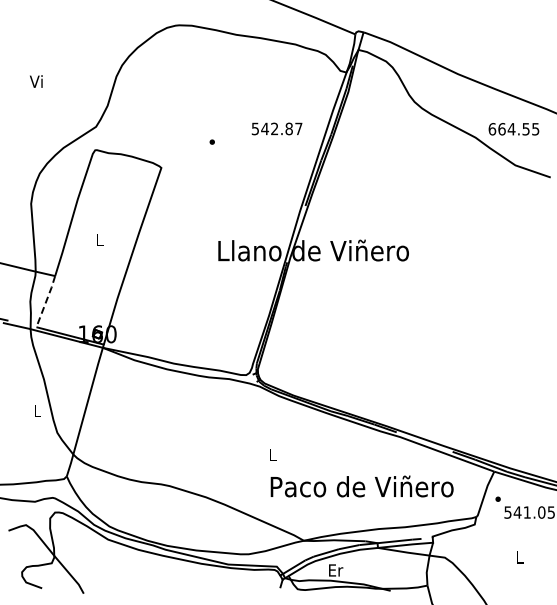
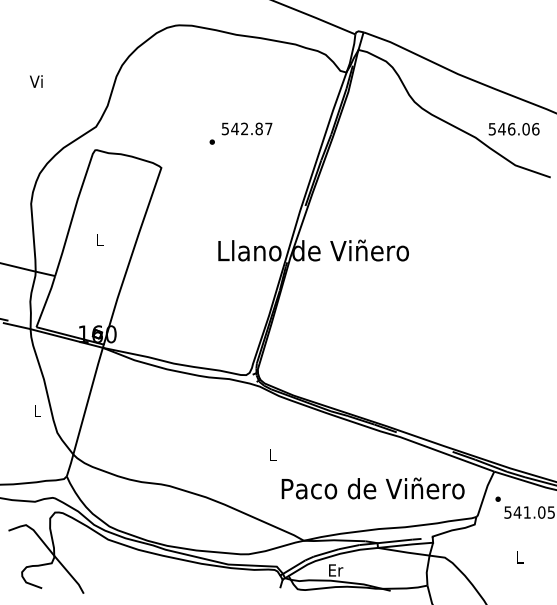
text at (276, 128) position: (276, 128) -> (246, 128)
text at (513, 129): 664.55 -> 546.06
line at (46, 301): dashed -> solid
text at (361, 486) position: (361, 486) -> (372, 488)
